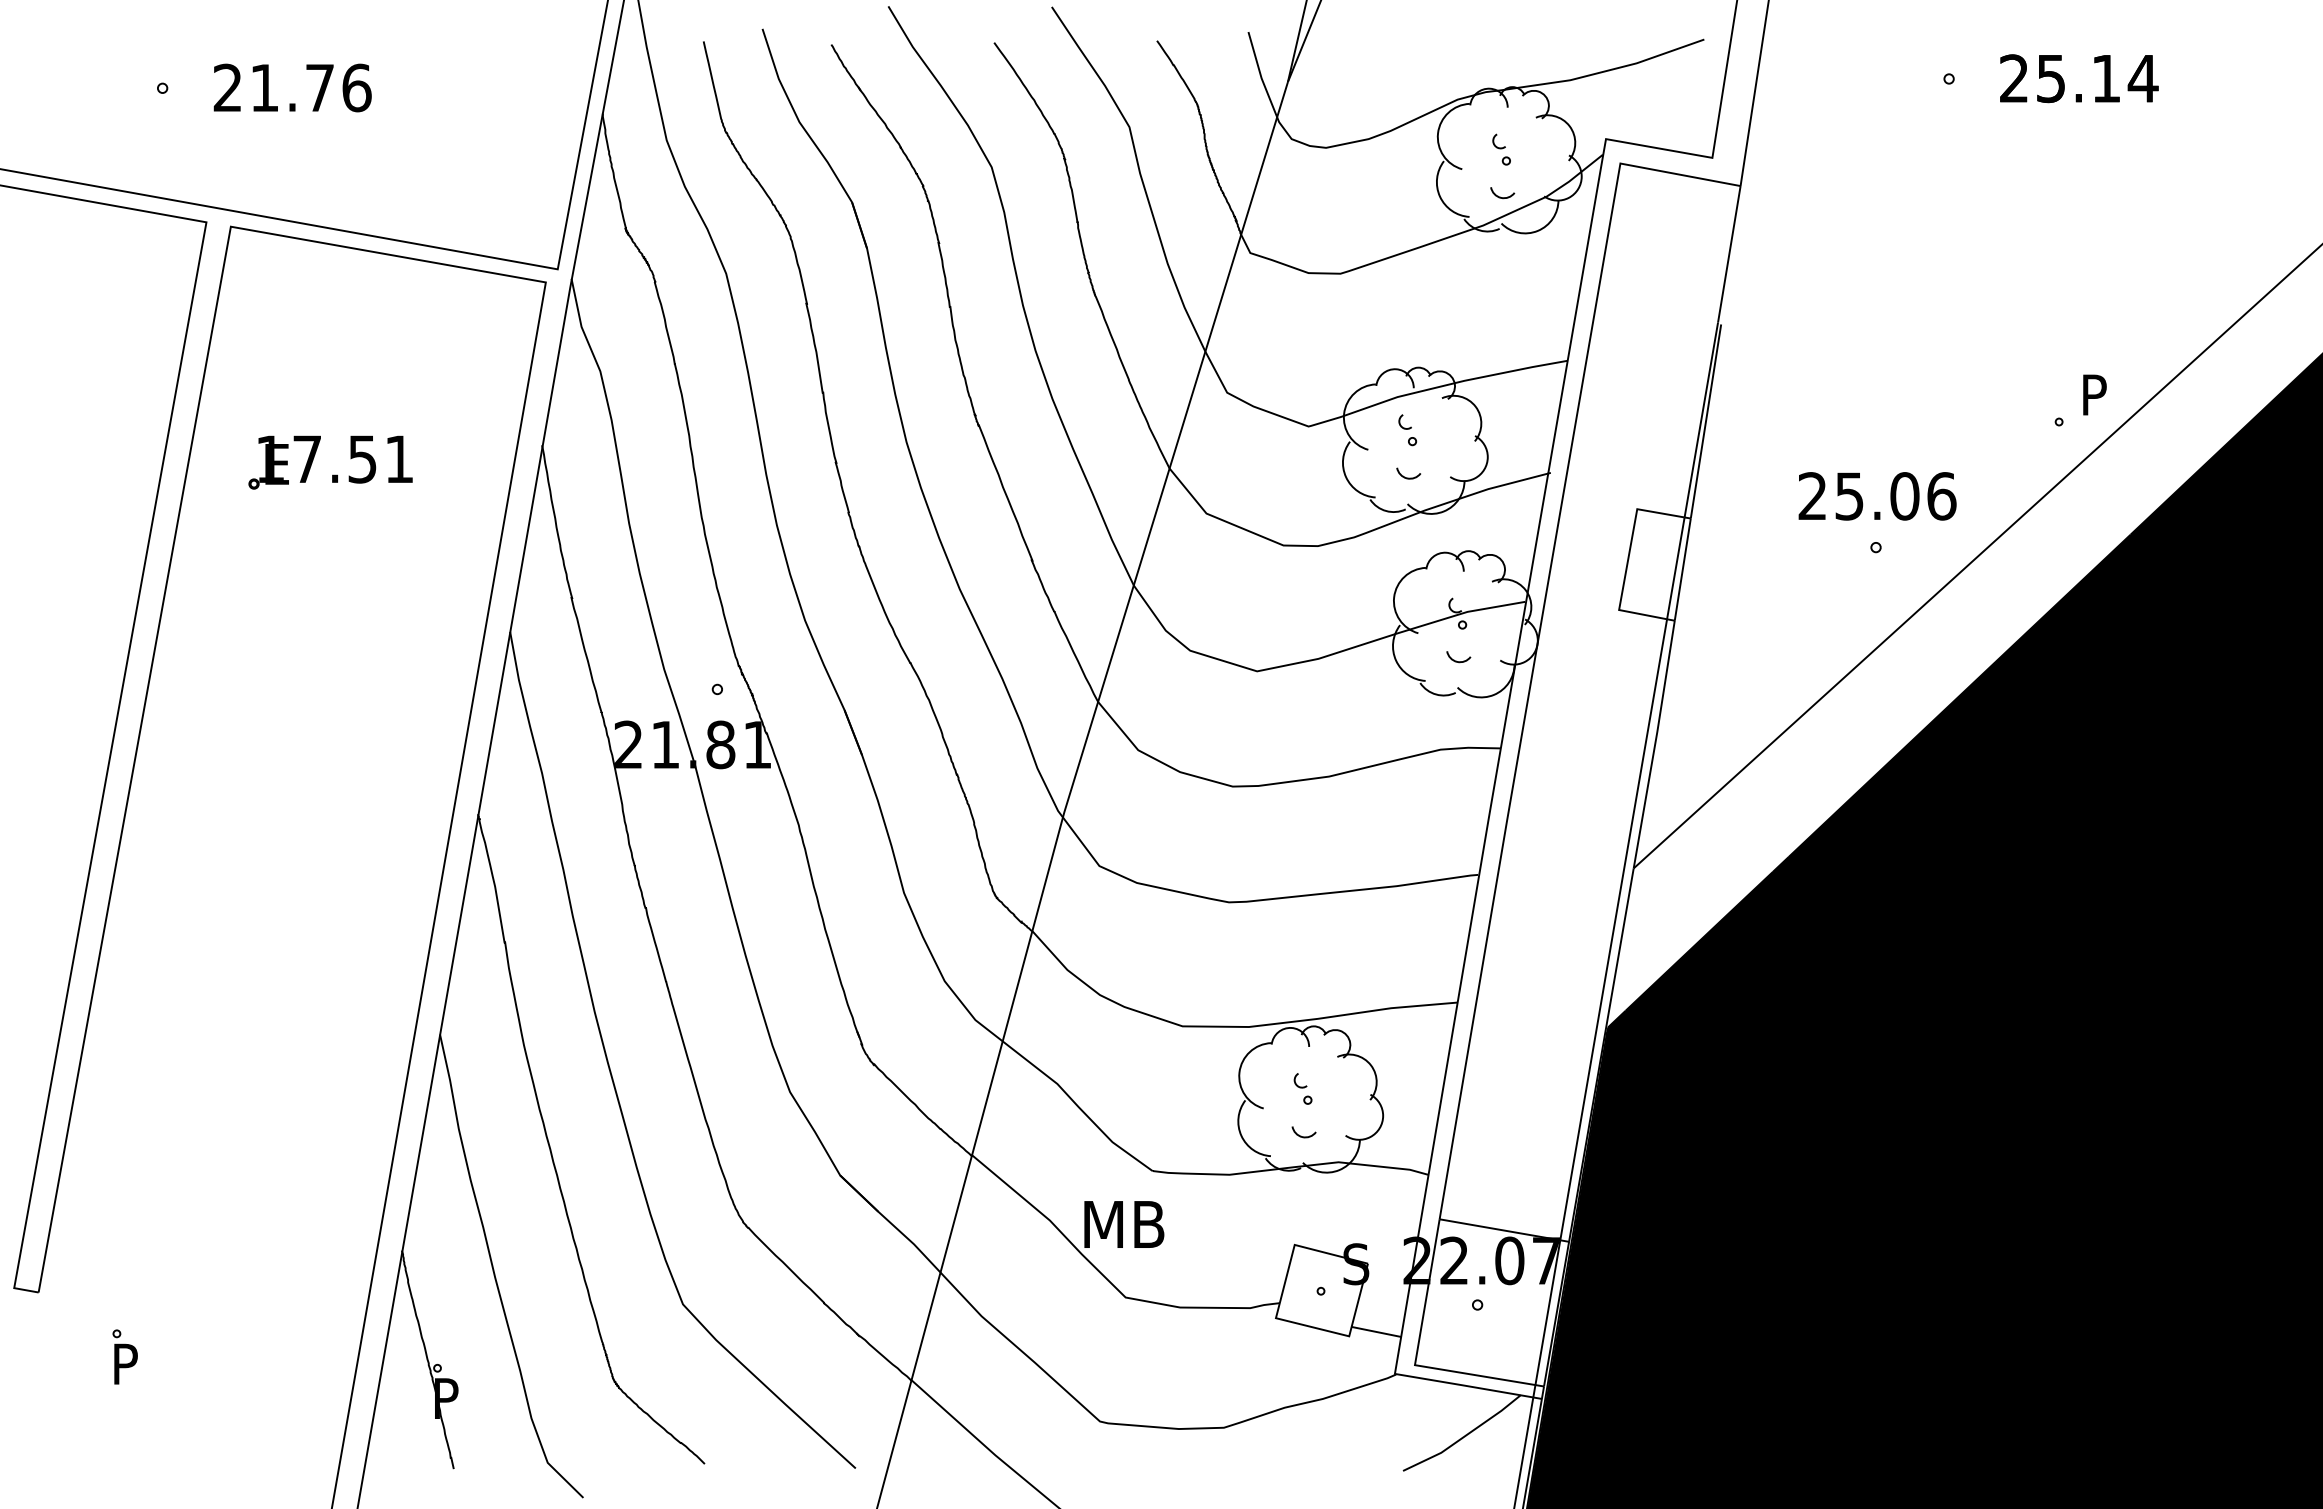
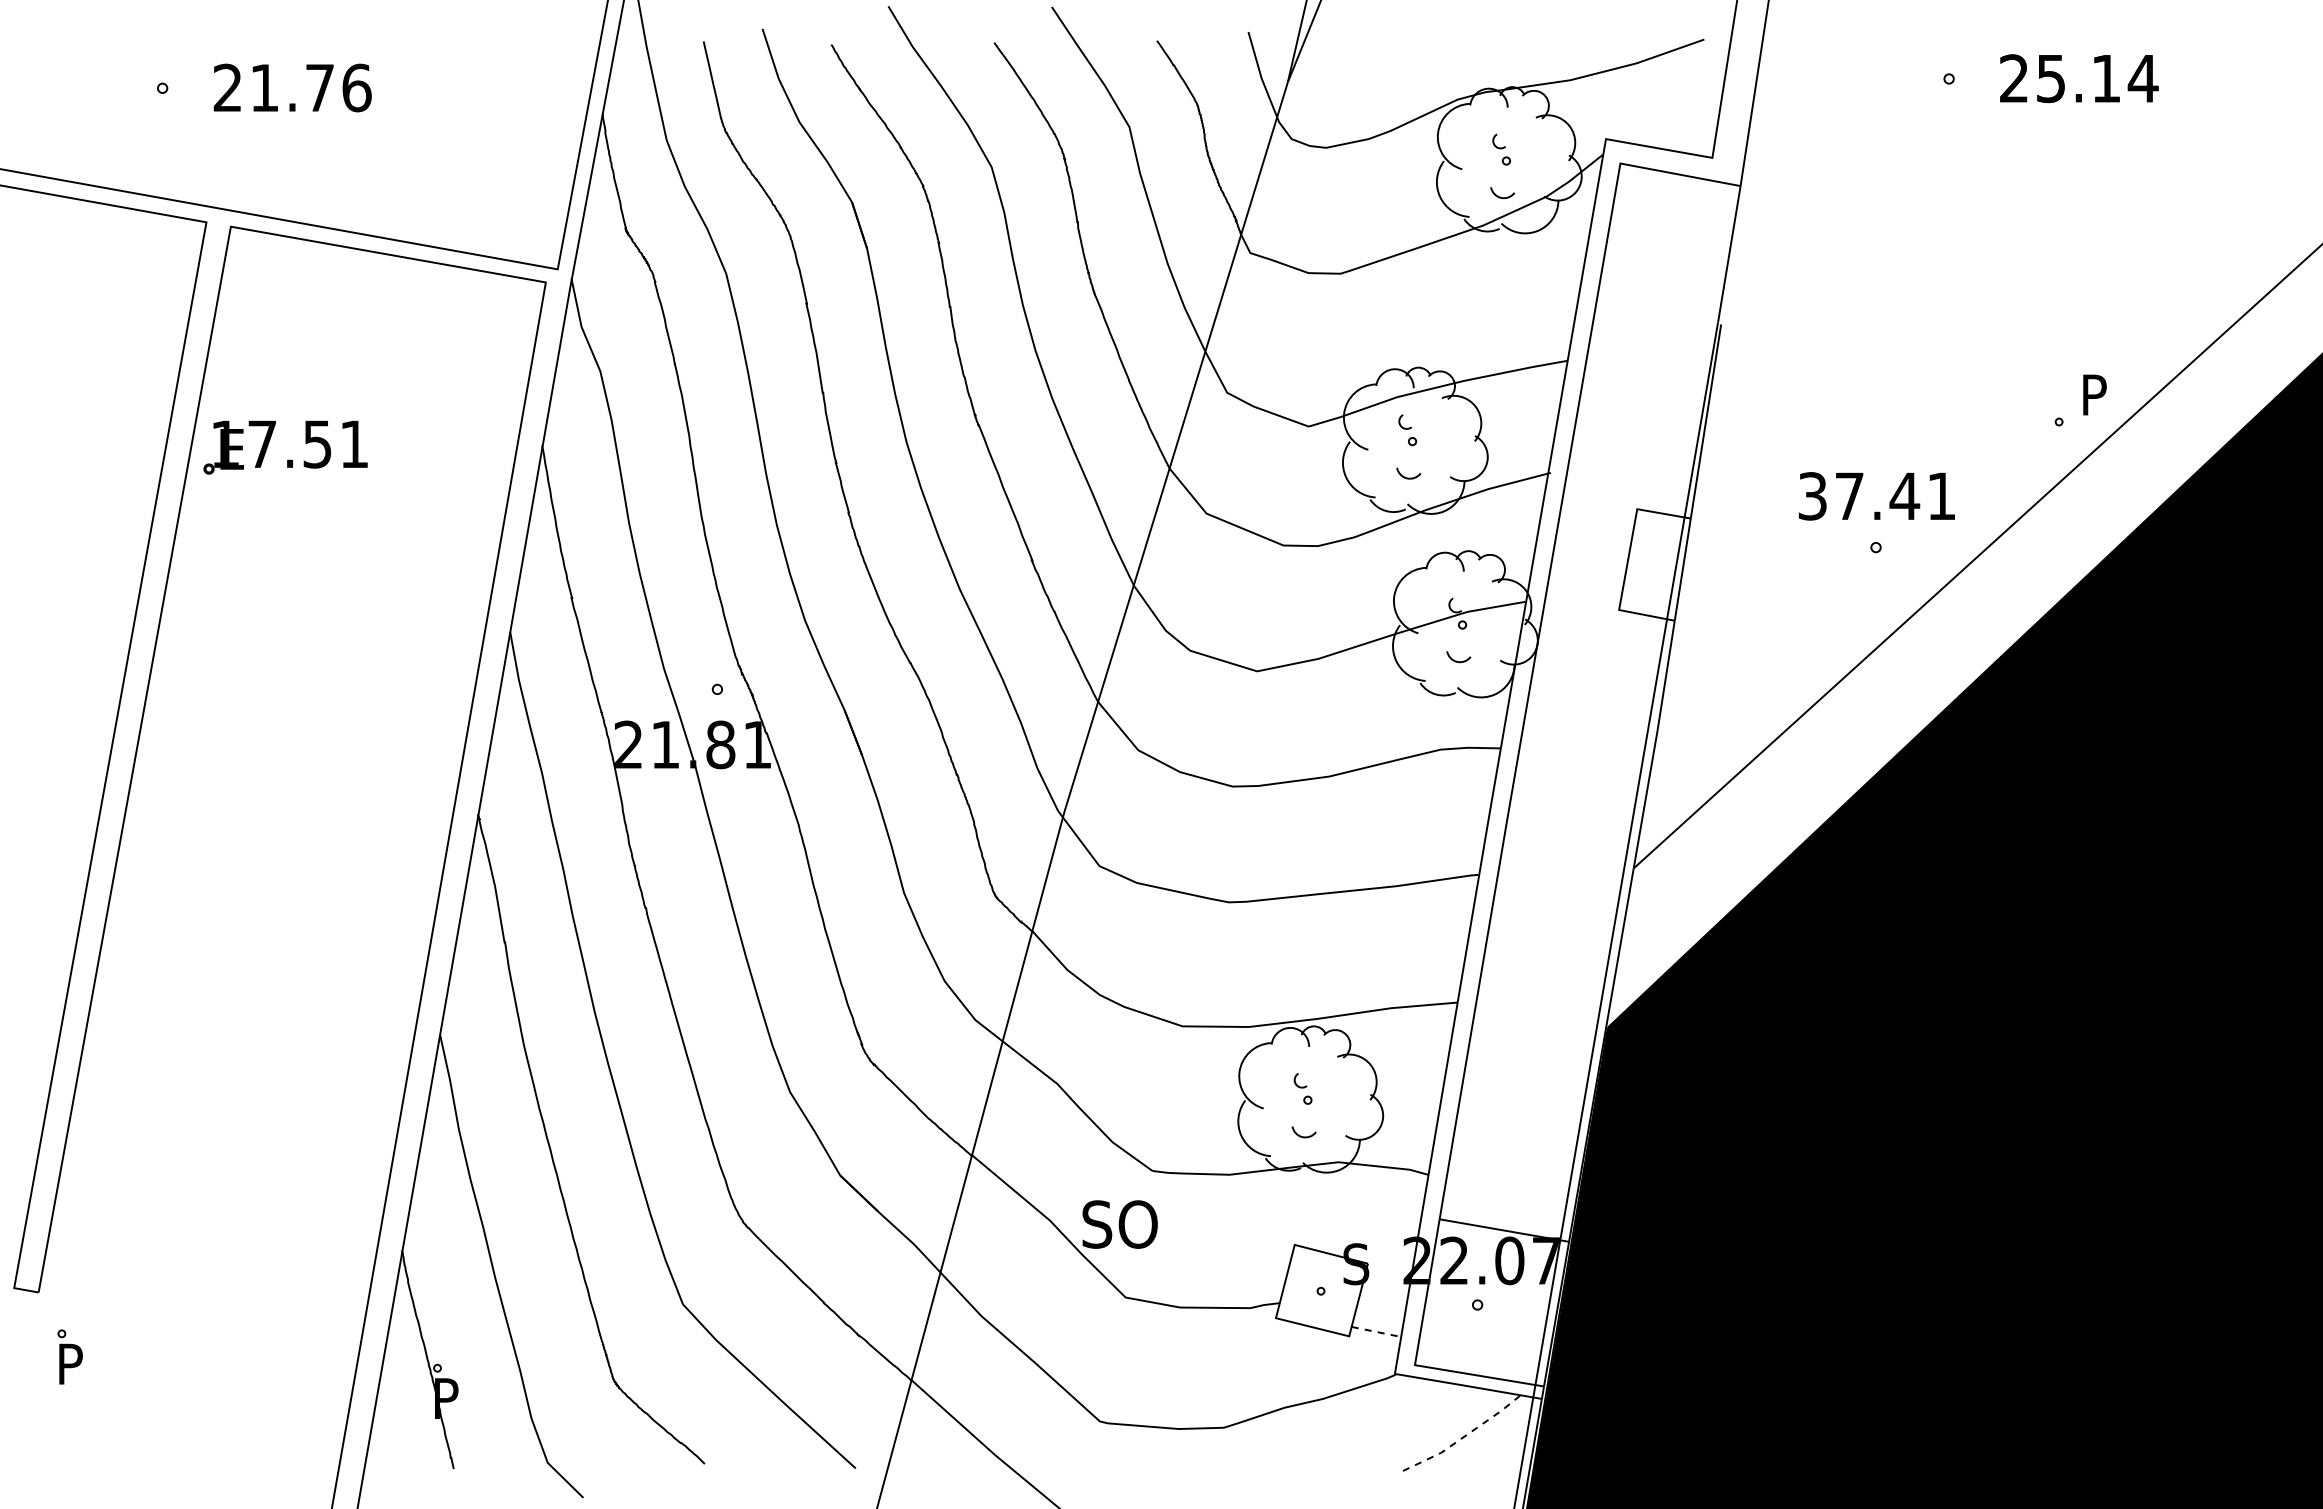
part at (332, 474) position: (332, 474) -> (287, 459)
text at (1877, 496): 25.06 -> 37.41
text at (1123, 1224): MB -> SO
line at (1376, 1332): solid -> dashed
part at (124, 1356) position: (124, 1356) -> (69, 1356)
line at (1464, 1436): solid -> dashed
